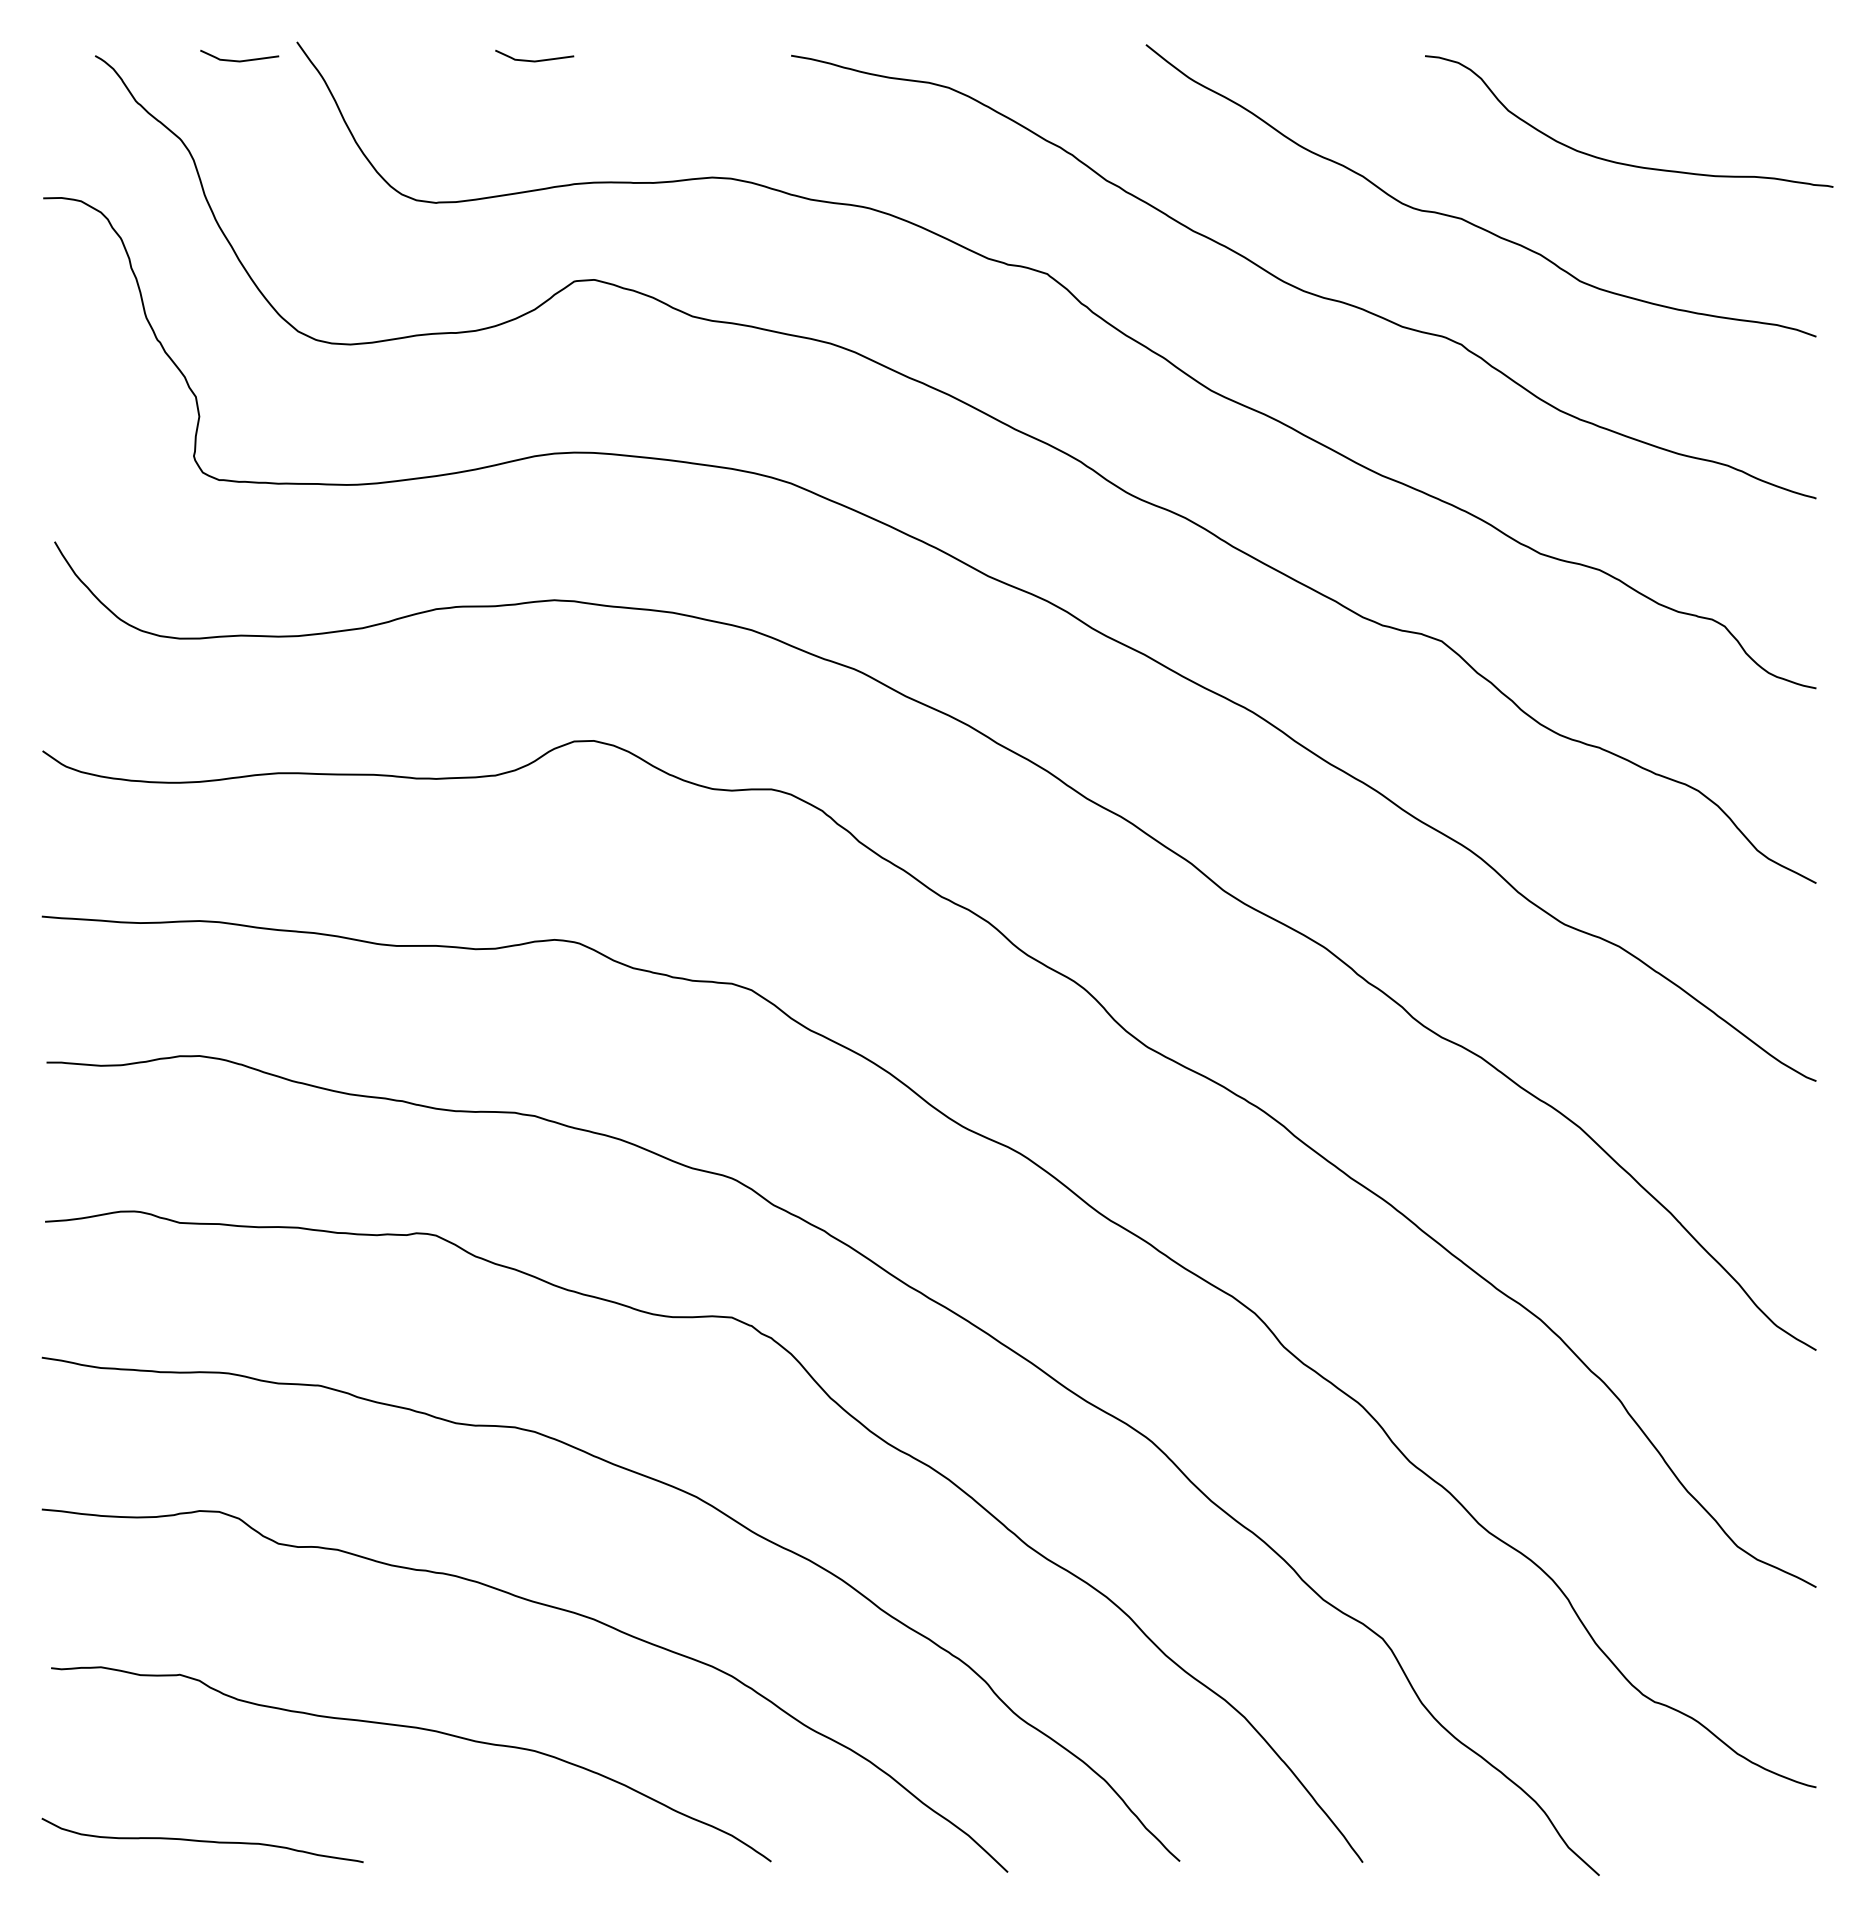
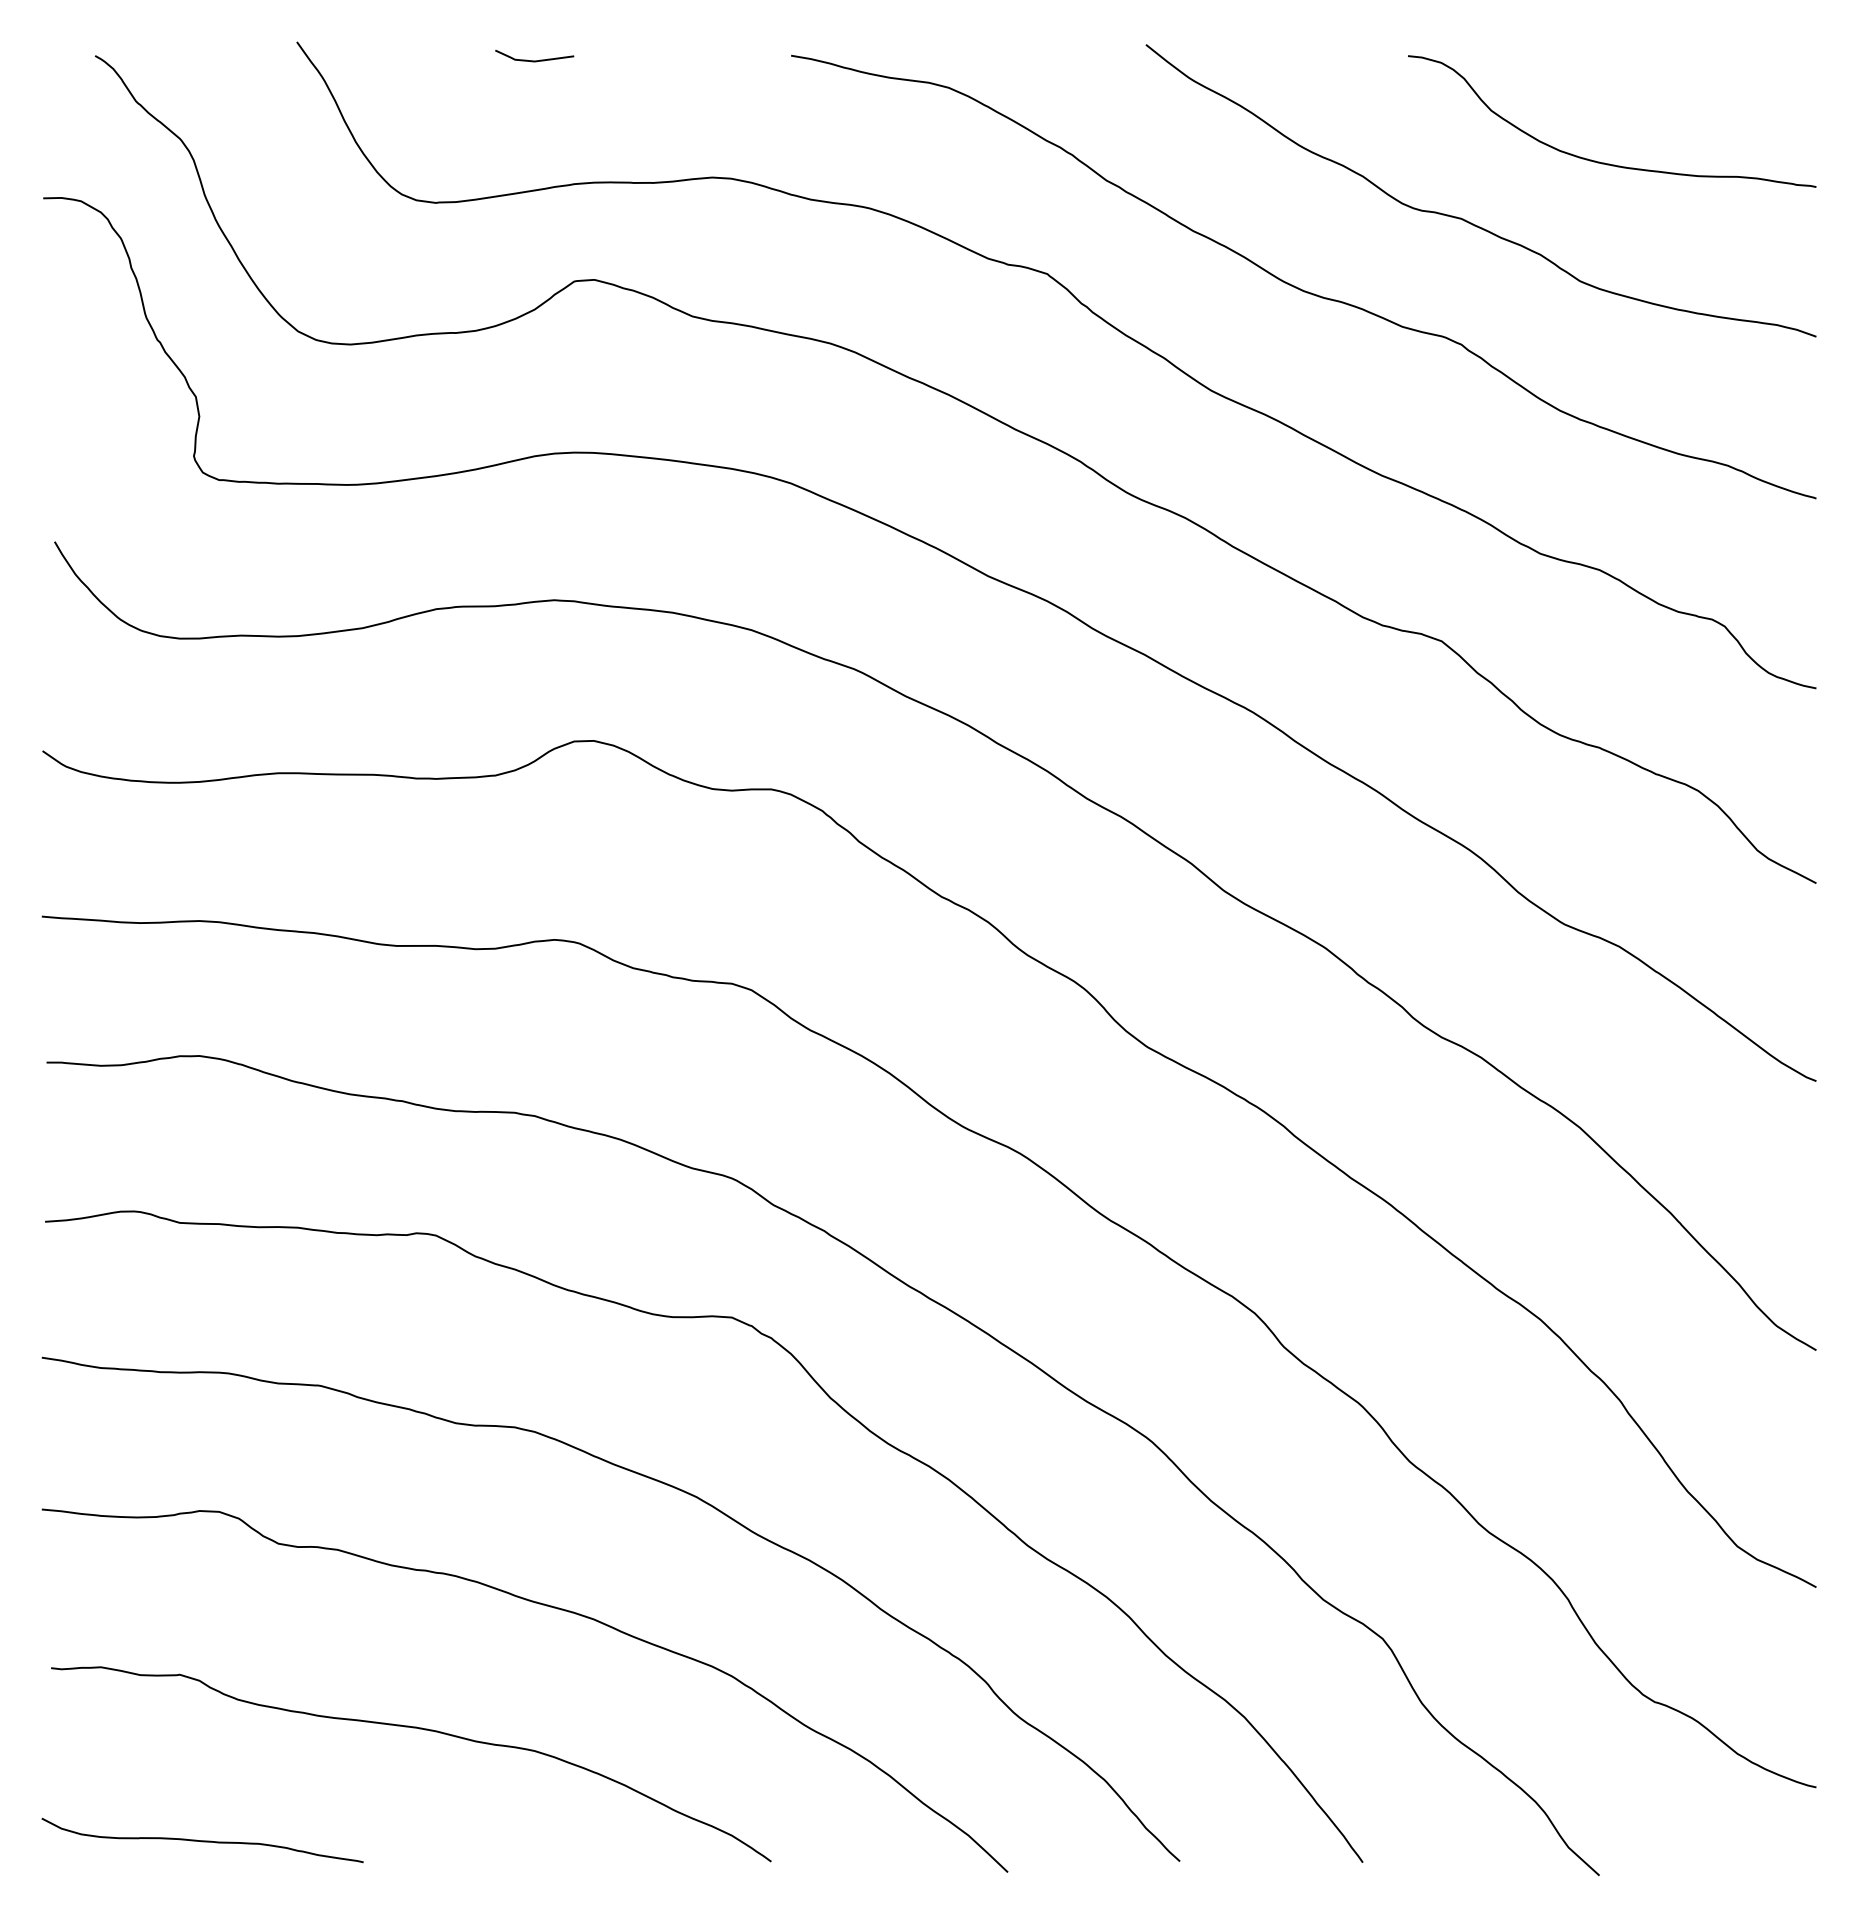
curve at (239, 60): present -> none
curve at (1621, 162) position: (1621, 162) -> (1604, 162)
